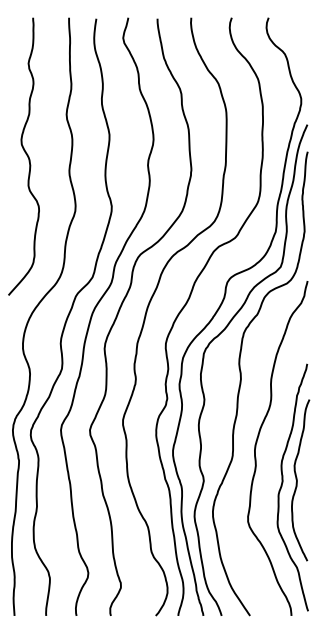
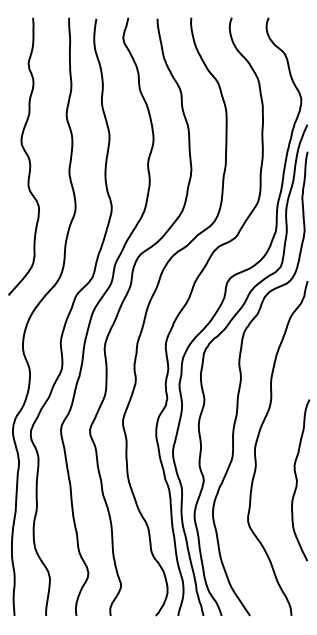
curve at (282, 486): present -> none
